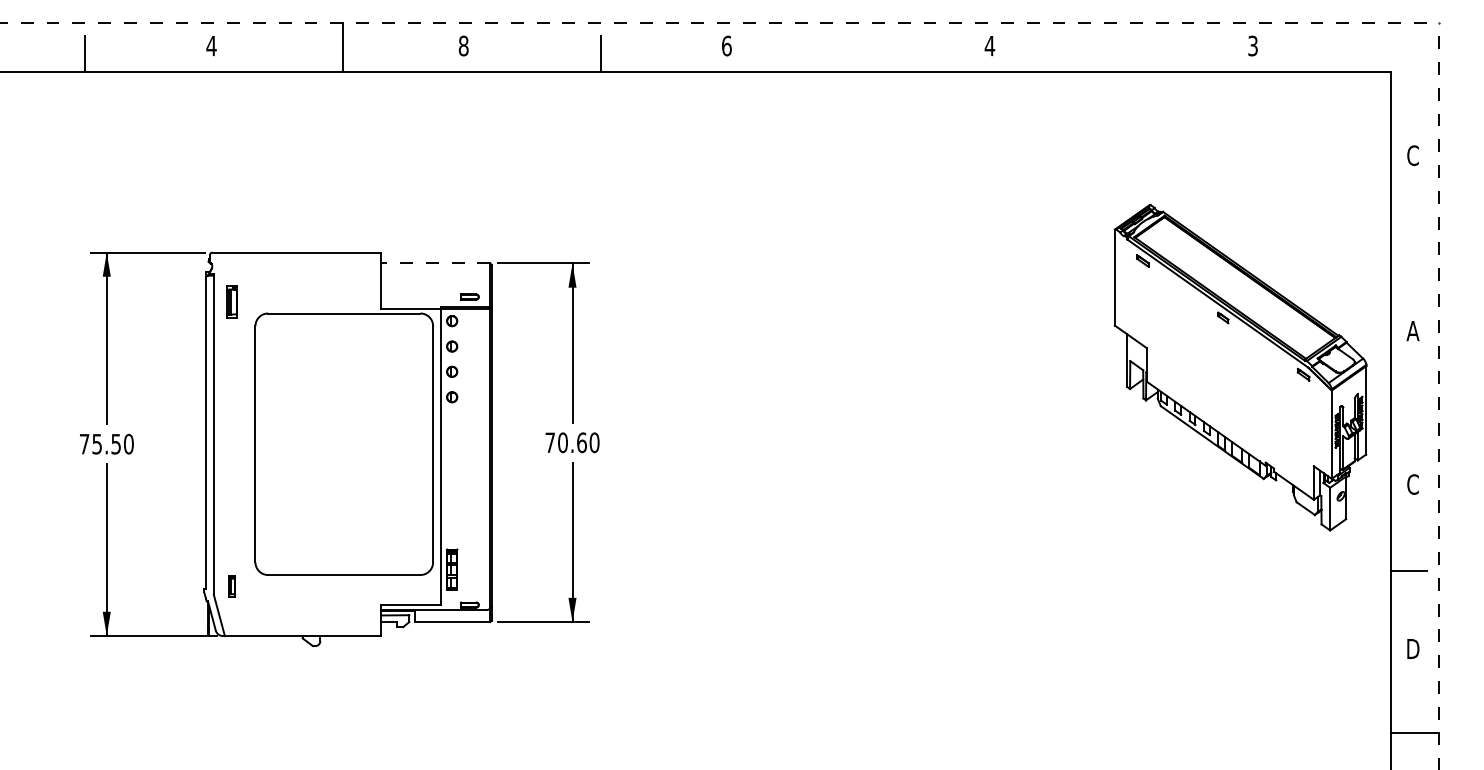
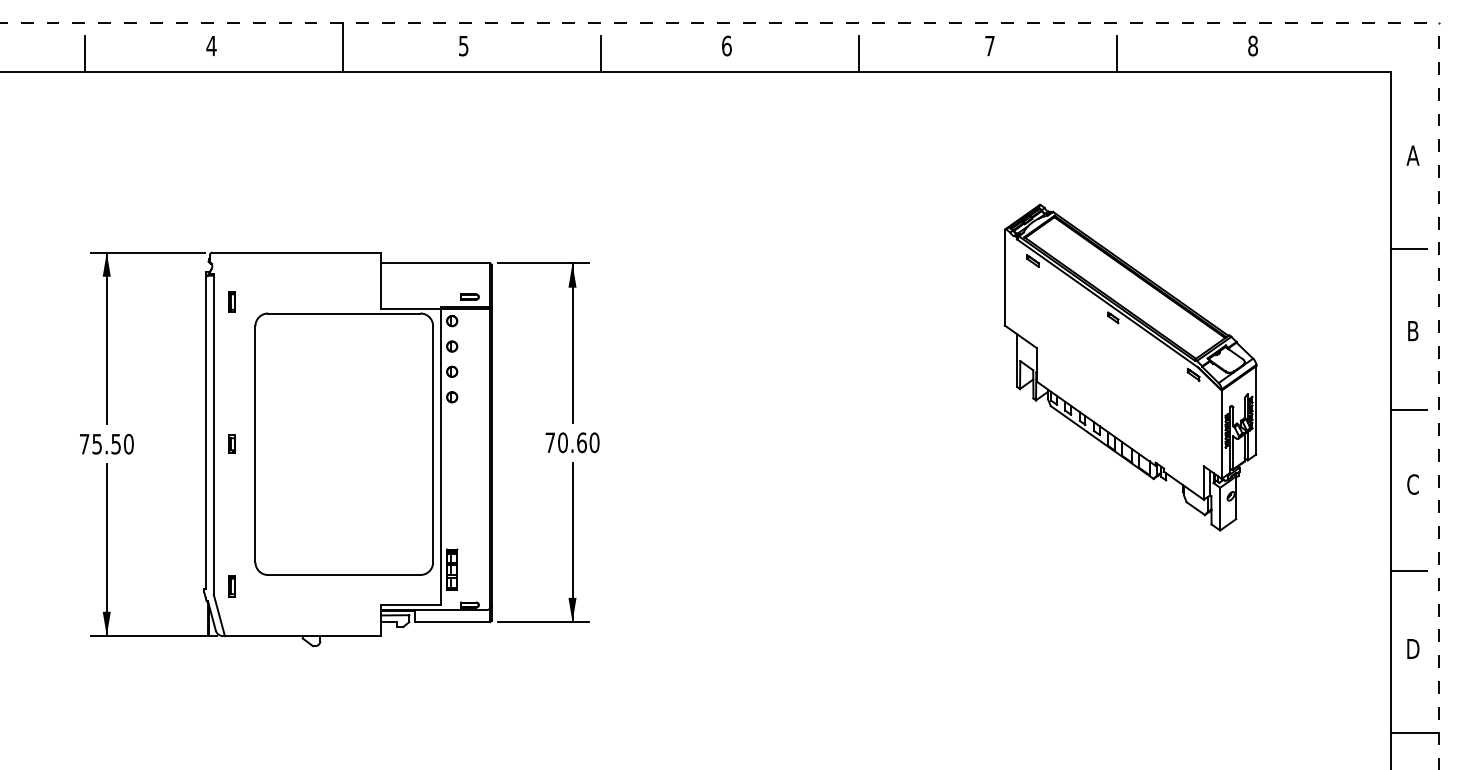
text at (463, 45): 8 -> 5
text at (1252, 45): 3 -> 8
text at (989, 46): 4 -> 7
line at (859, 53): none -> present
line at (1117, 53): none -> present
text at (1412, 155): C -> A
line at (1408, 248): none -> present
line at (435, 263): dashed -> solid
part at (231, 301) size: 12x34 px -> 8x22 px
text at (1412, 331): A -> B
part at (1240, 367) position: (1240, 367) -> (1130, 367)
line at (1408, 410): none -> present
part at (231, 443): none -> present
